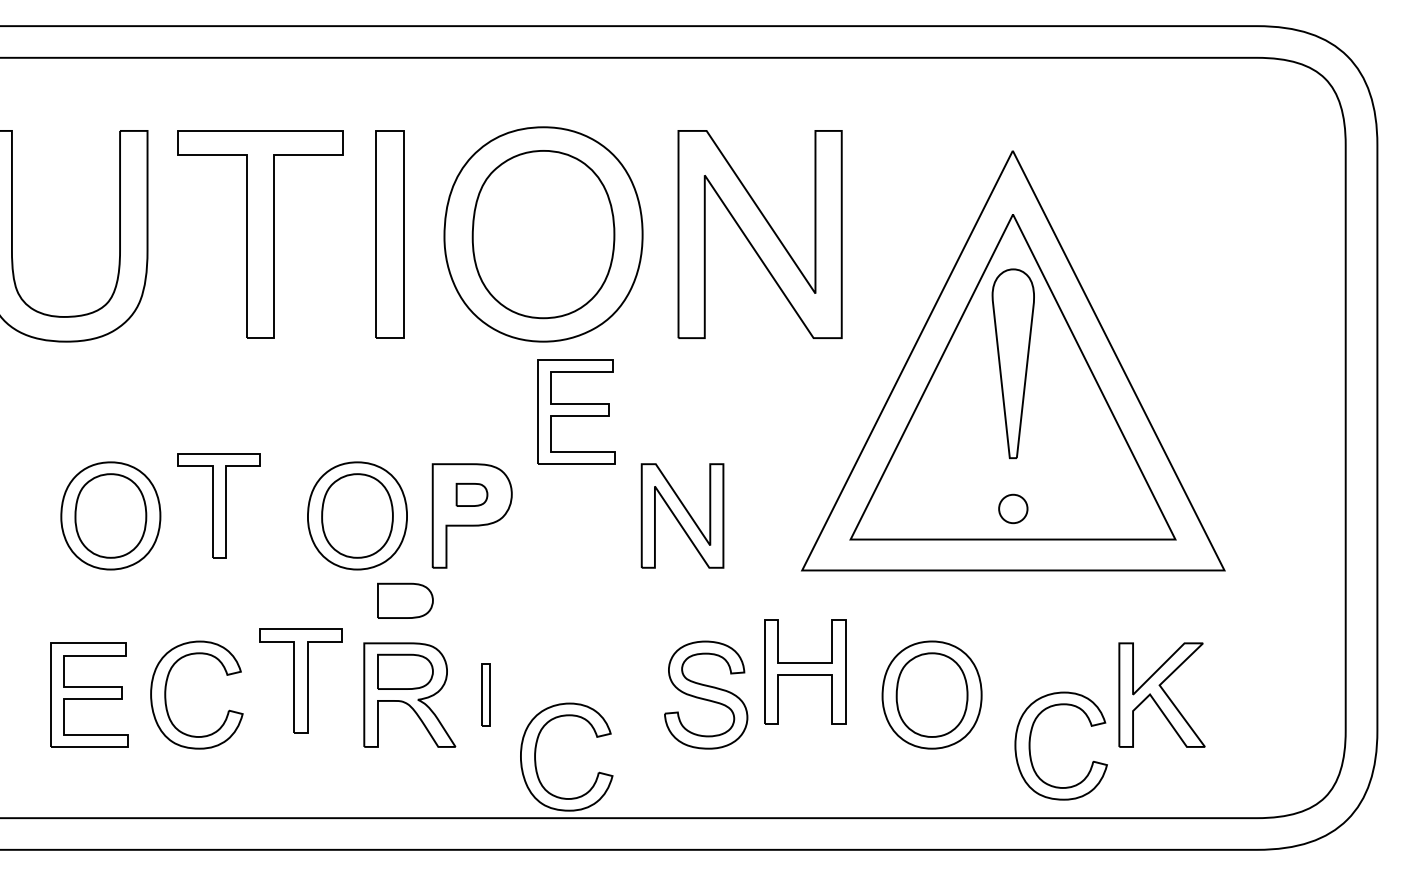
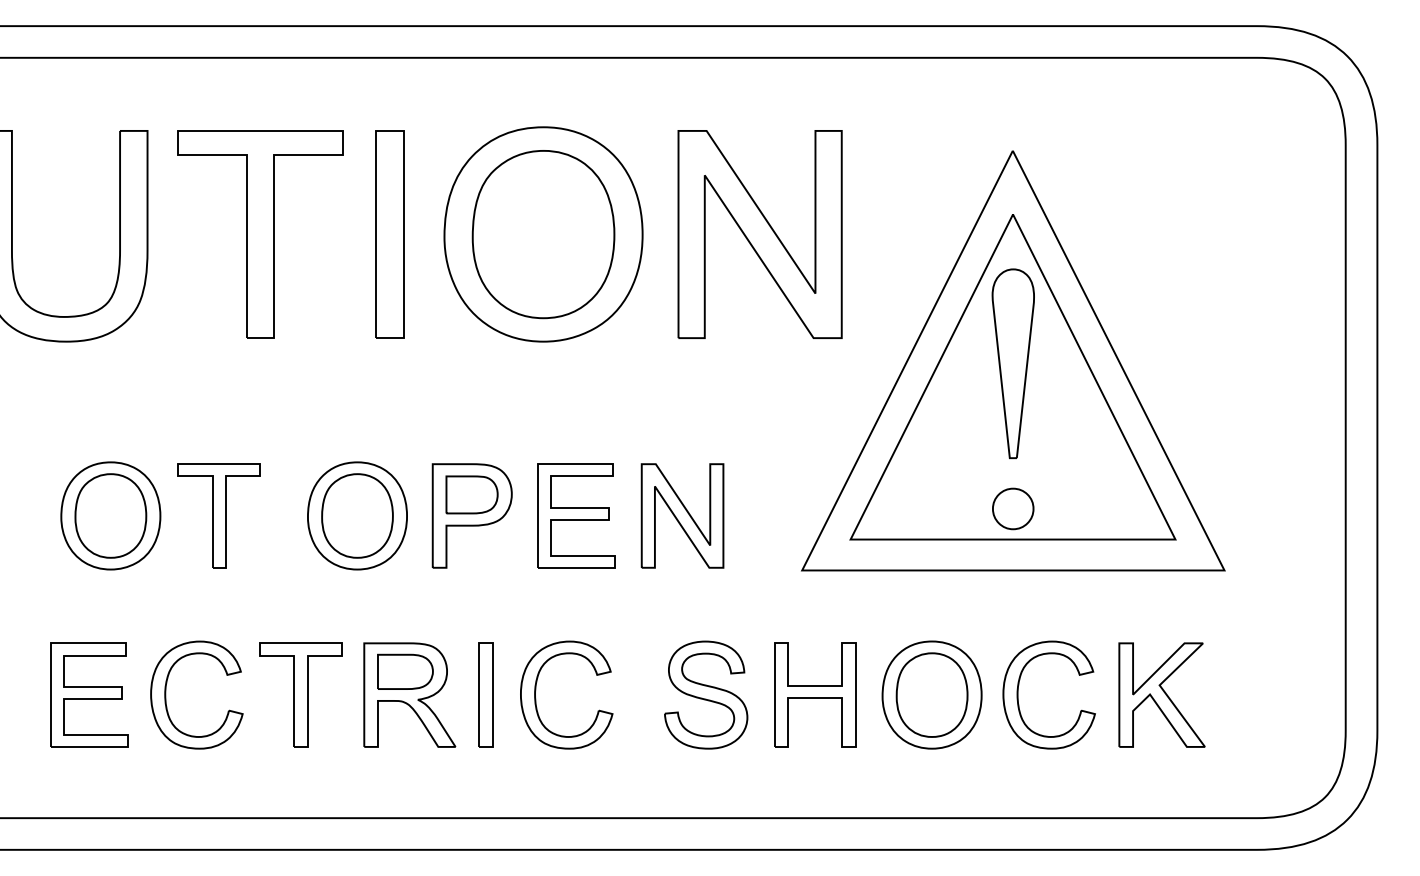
part at (576, 411) position: (576, 411) -> (576, 515)
part at (471, 494) size: 34x24 px -> 54x40 px
part at (218, 505) position: (218, 505) -> (218, 515)
part at (1013, 508) size: 31x32 px -> 43x44 px
part at (405, 600): present -> none
part at (805, 671) position: (805, 671) -> (815, 694)
part at (300, 680) position: (300, 680) -> (300, 694)
part at (485, 694) size: 10x64 px -> 16x106 px
part at (1030, 745) position: (1030, 745) -> (1018, 694)
part at (536, 752) position: (536, 752) -> (536, 690)
